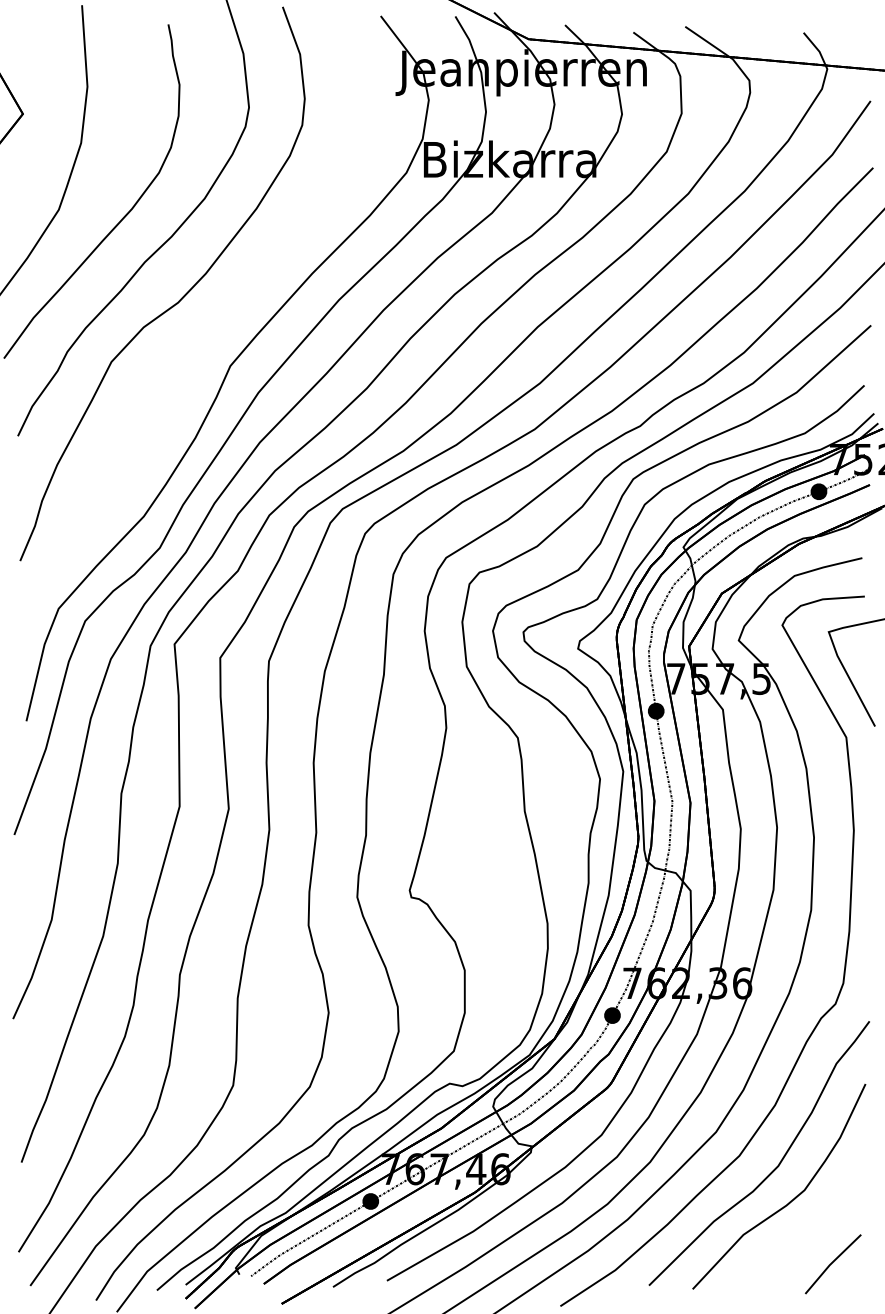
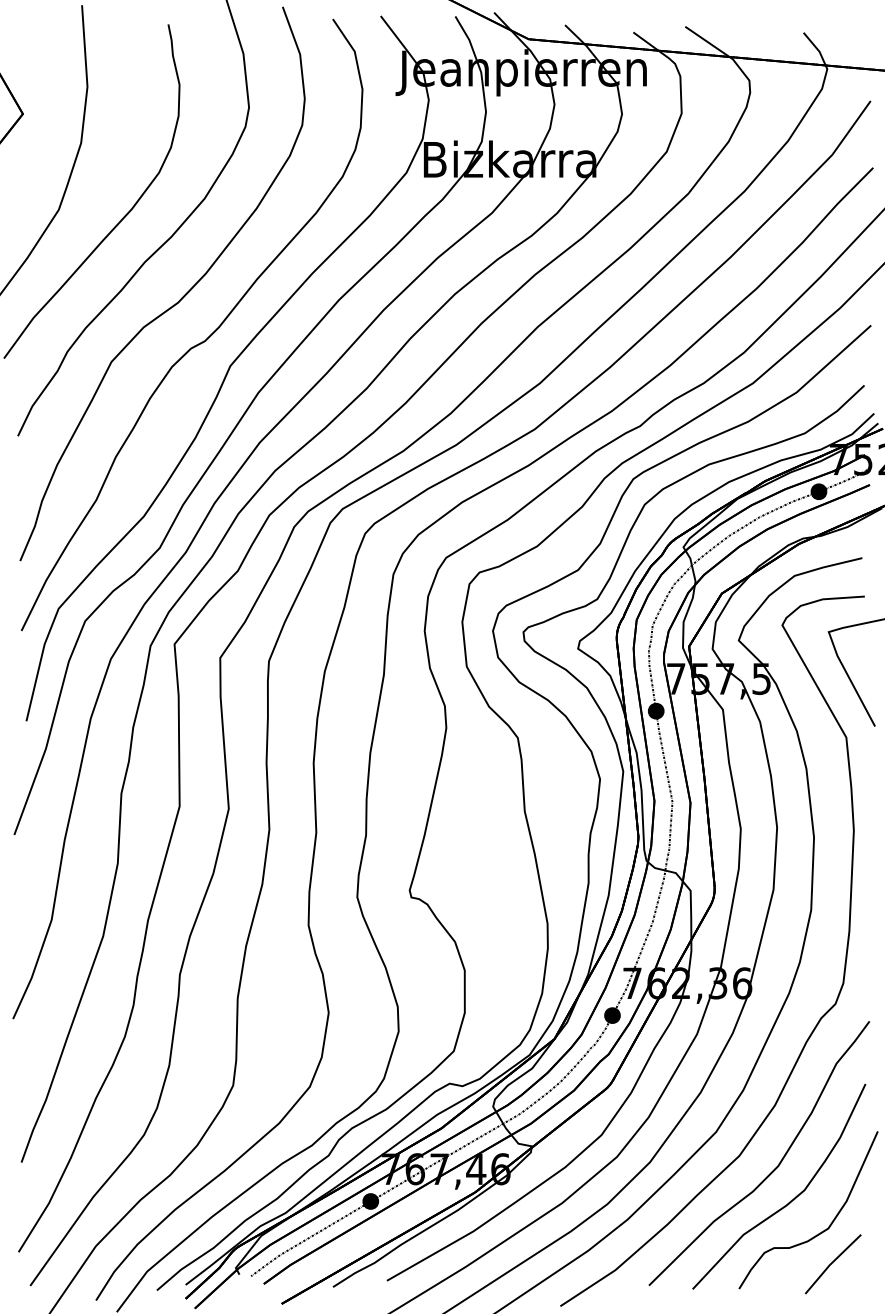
curve at (203, 340): none -> present
curve at (821, 1231): none -> present
